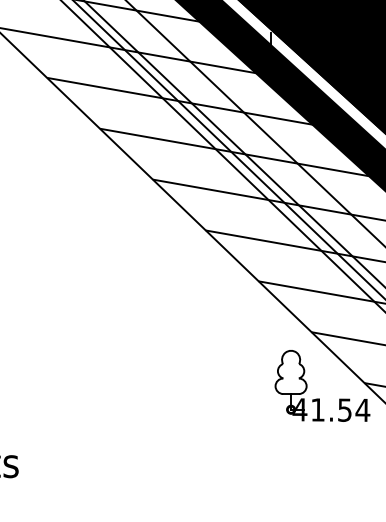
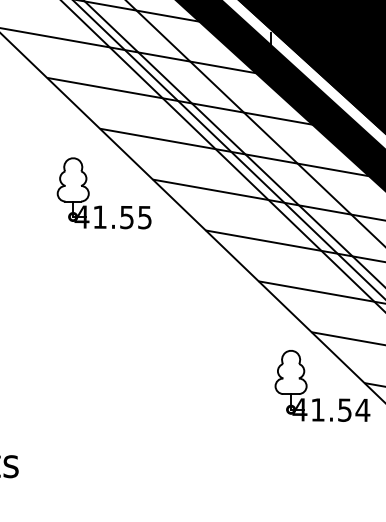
part at (101, 205): none -> present
